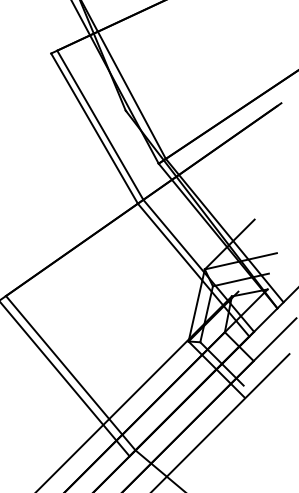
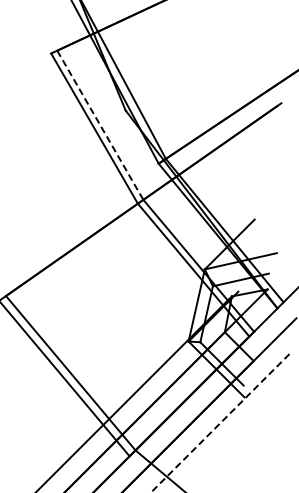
line at (100, 125): solid -> dashed
line at (220, 423): solid -> dashed
